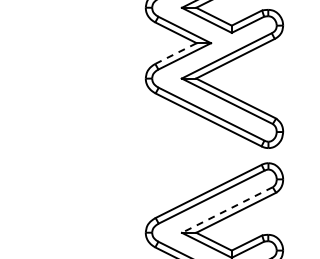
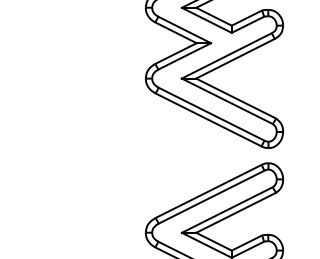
line at (176, 53): dashed -> solid
line at (227, 210): dashed -> solid
